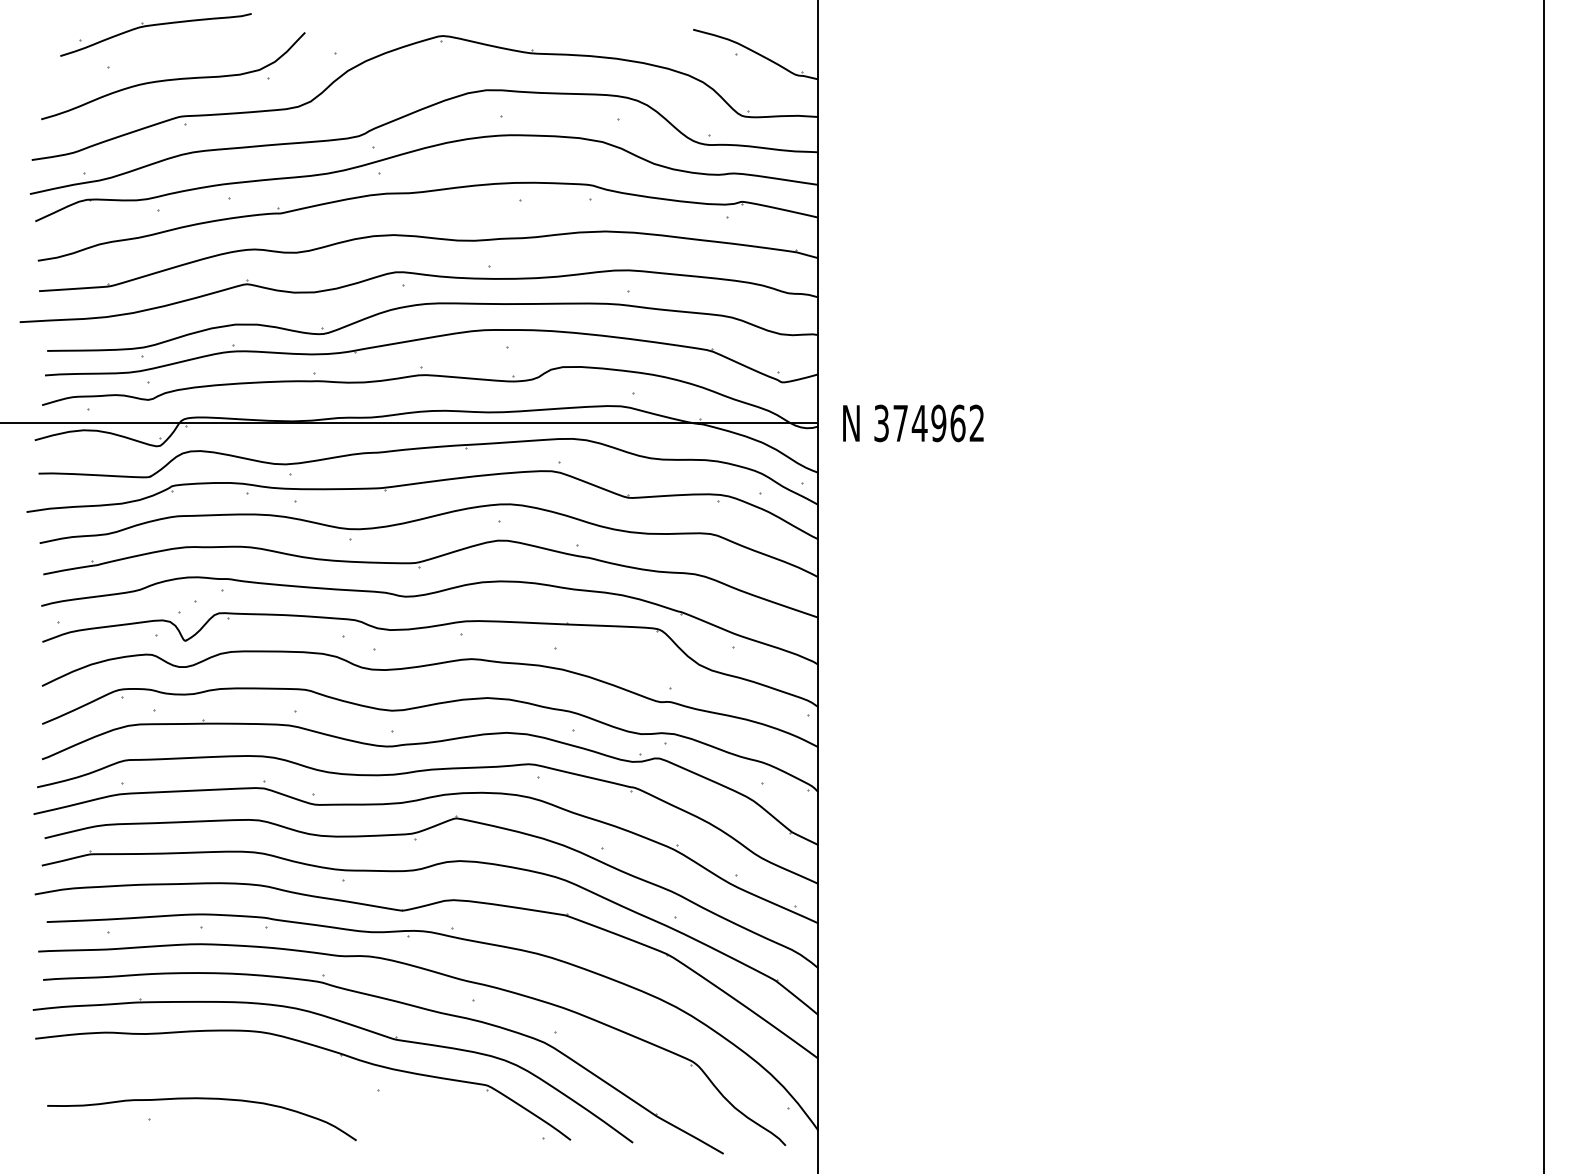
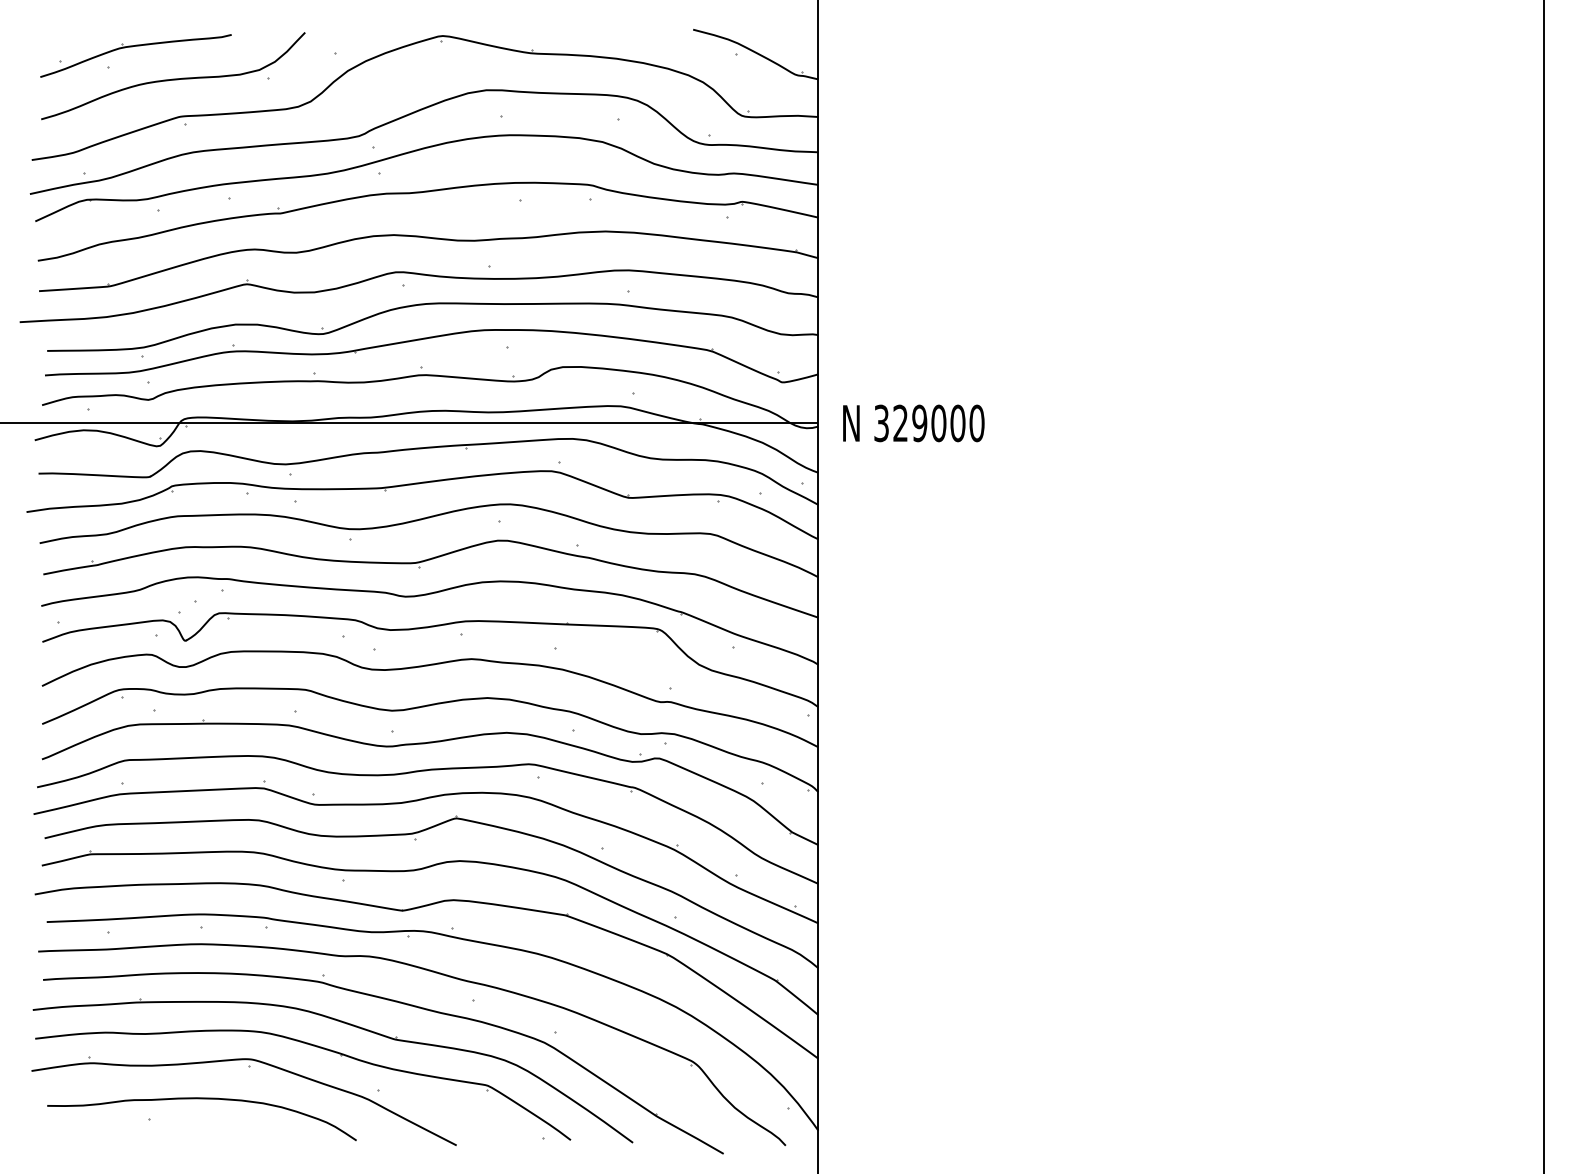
part at (152, 26) position: (152, 26) -> (132, 47)
text at (938, 423): 374962 -> 329000
part at (249, 1067): none -> present
